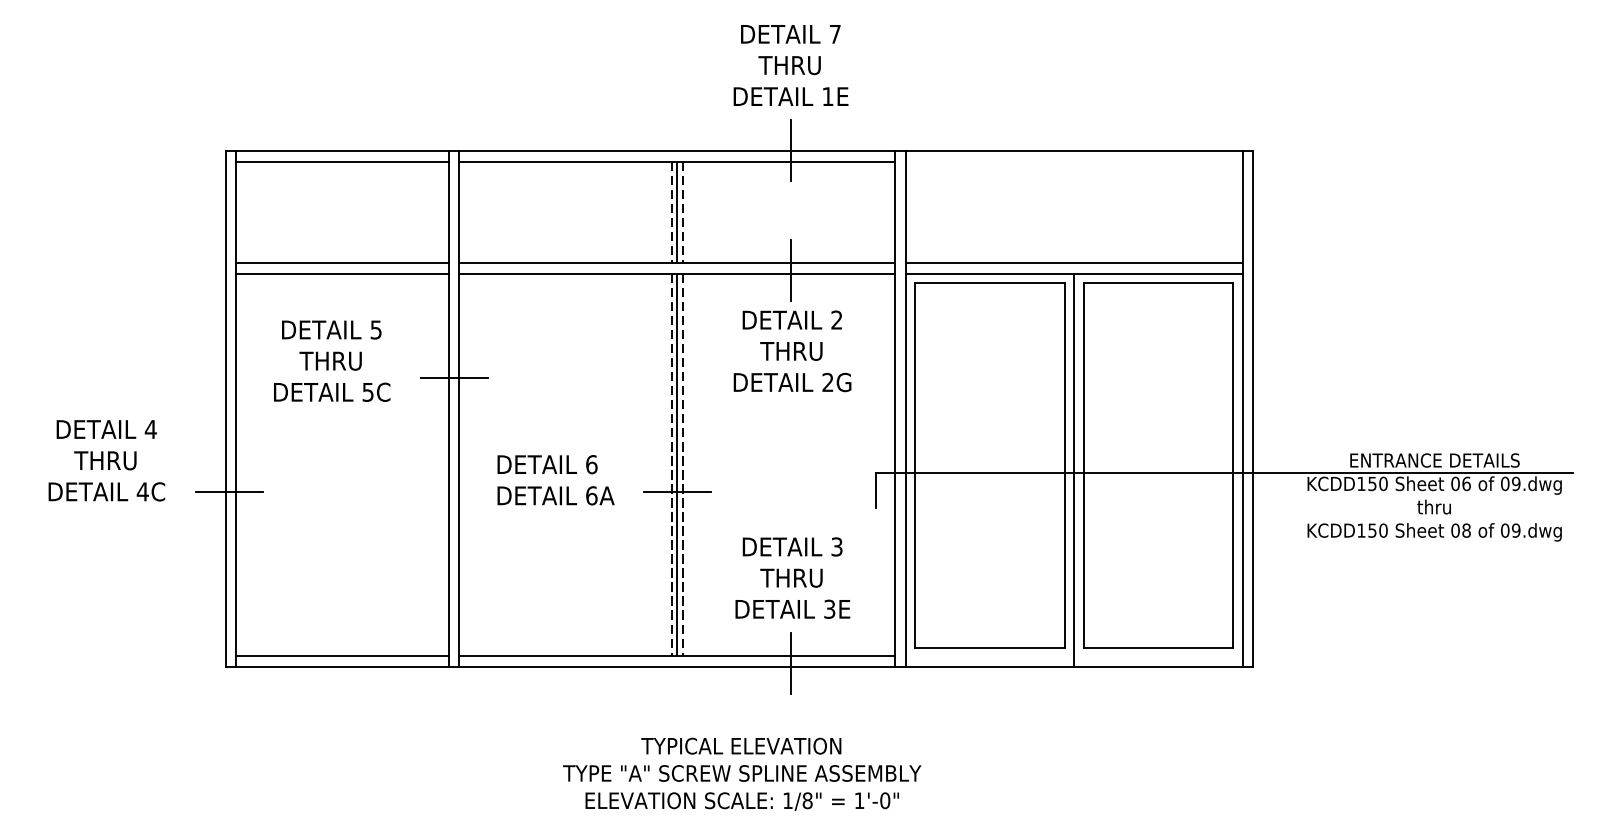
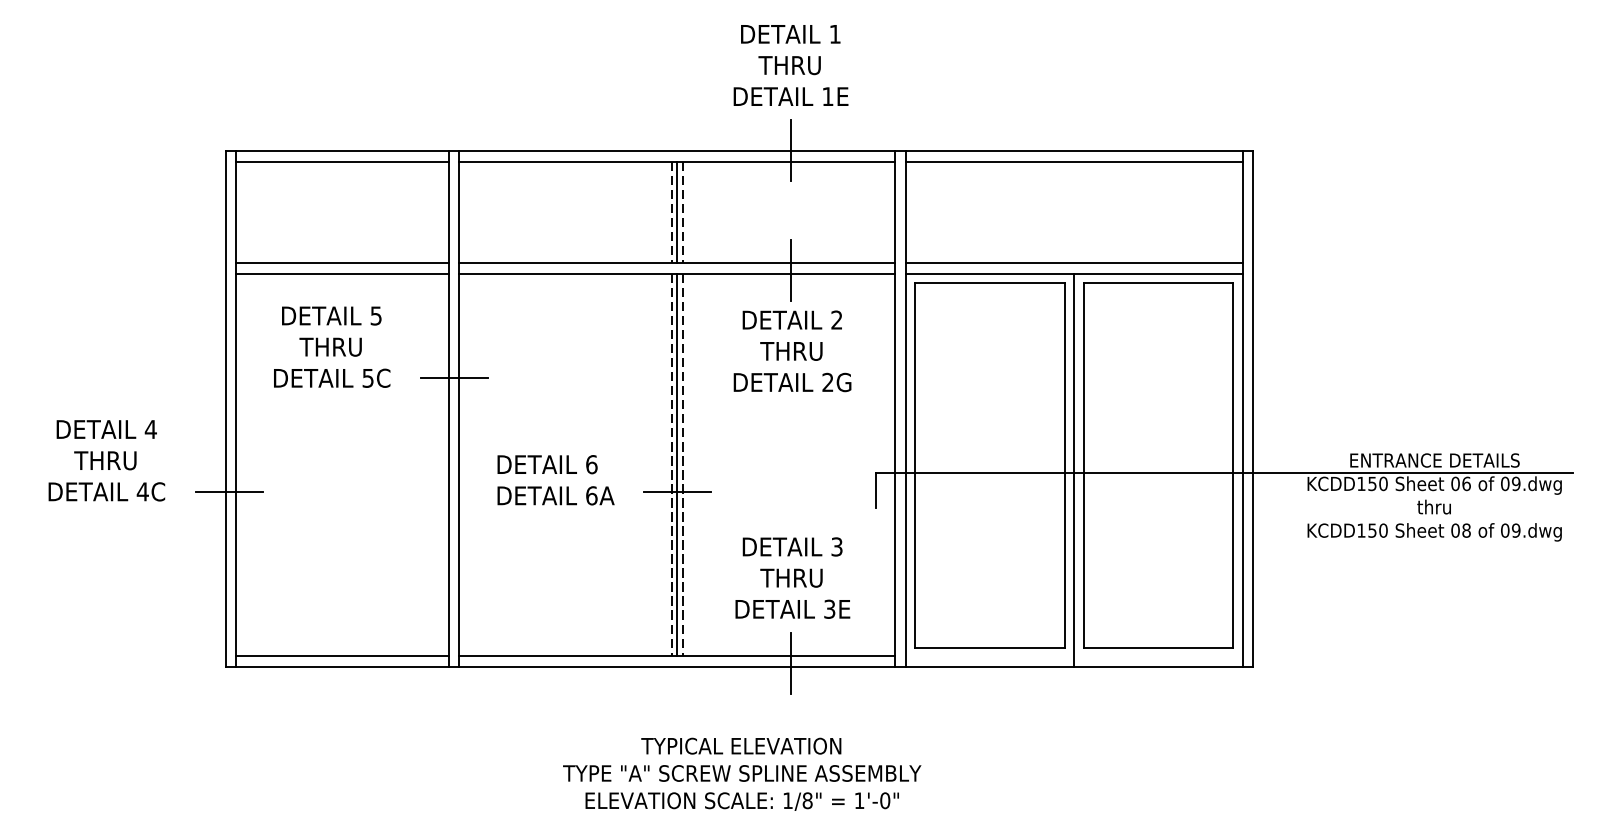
text at (834, 34): 7 -> 1
line at (1073, 161): none -> present
text at (332, 360) position: (332, 360) -> (332, 346)
